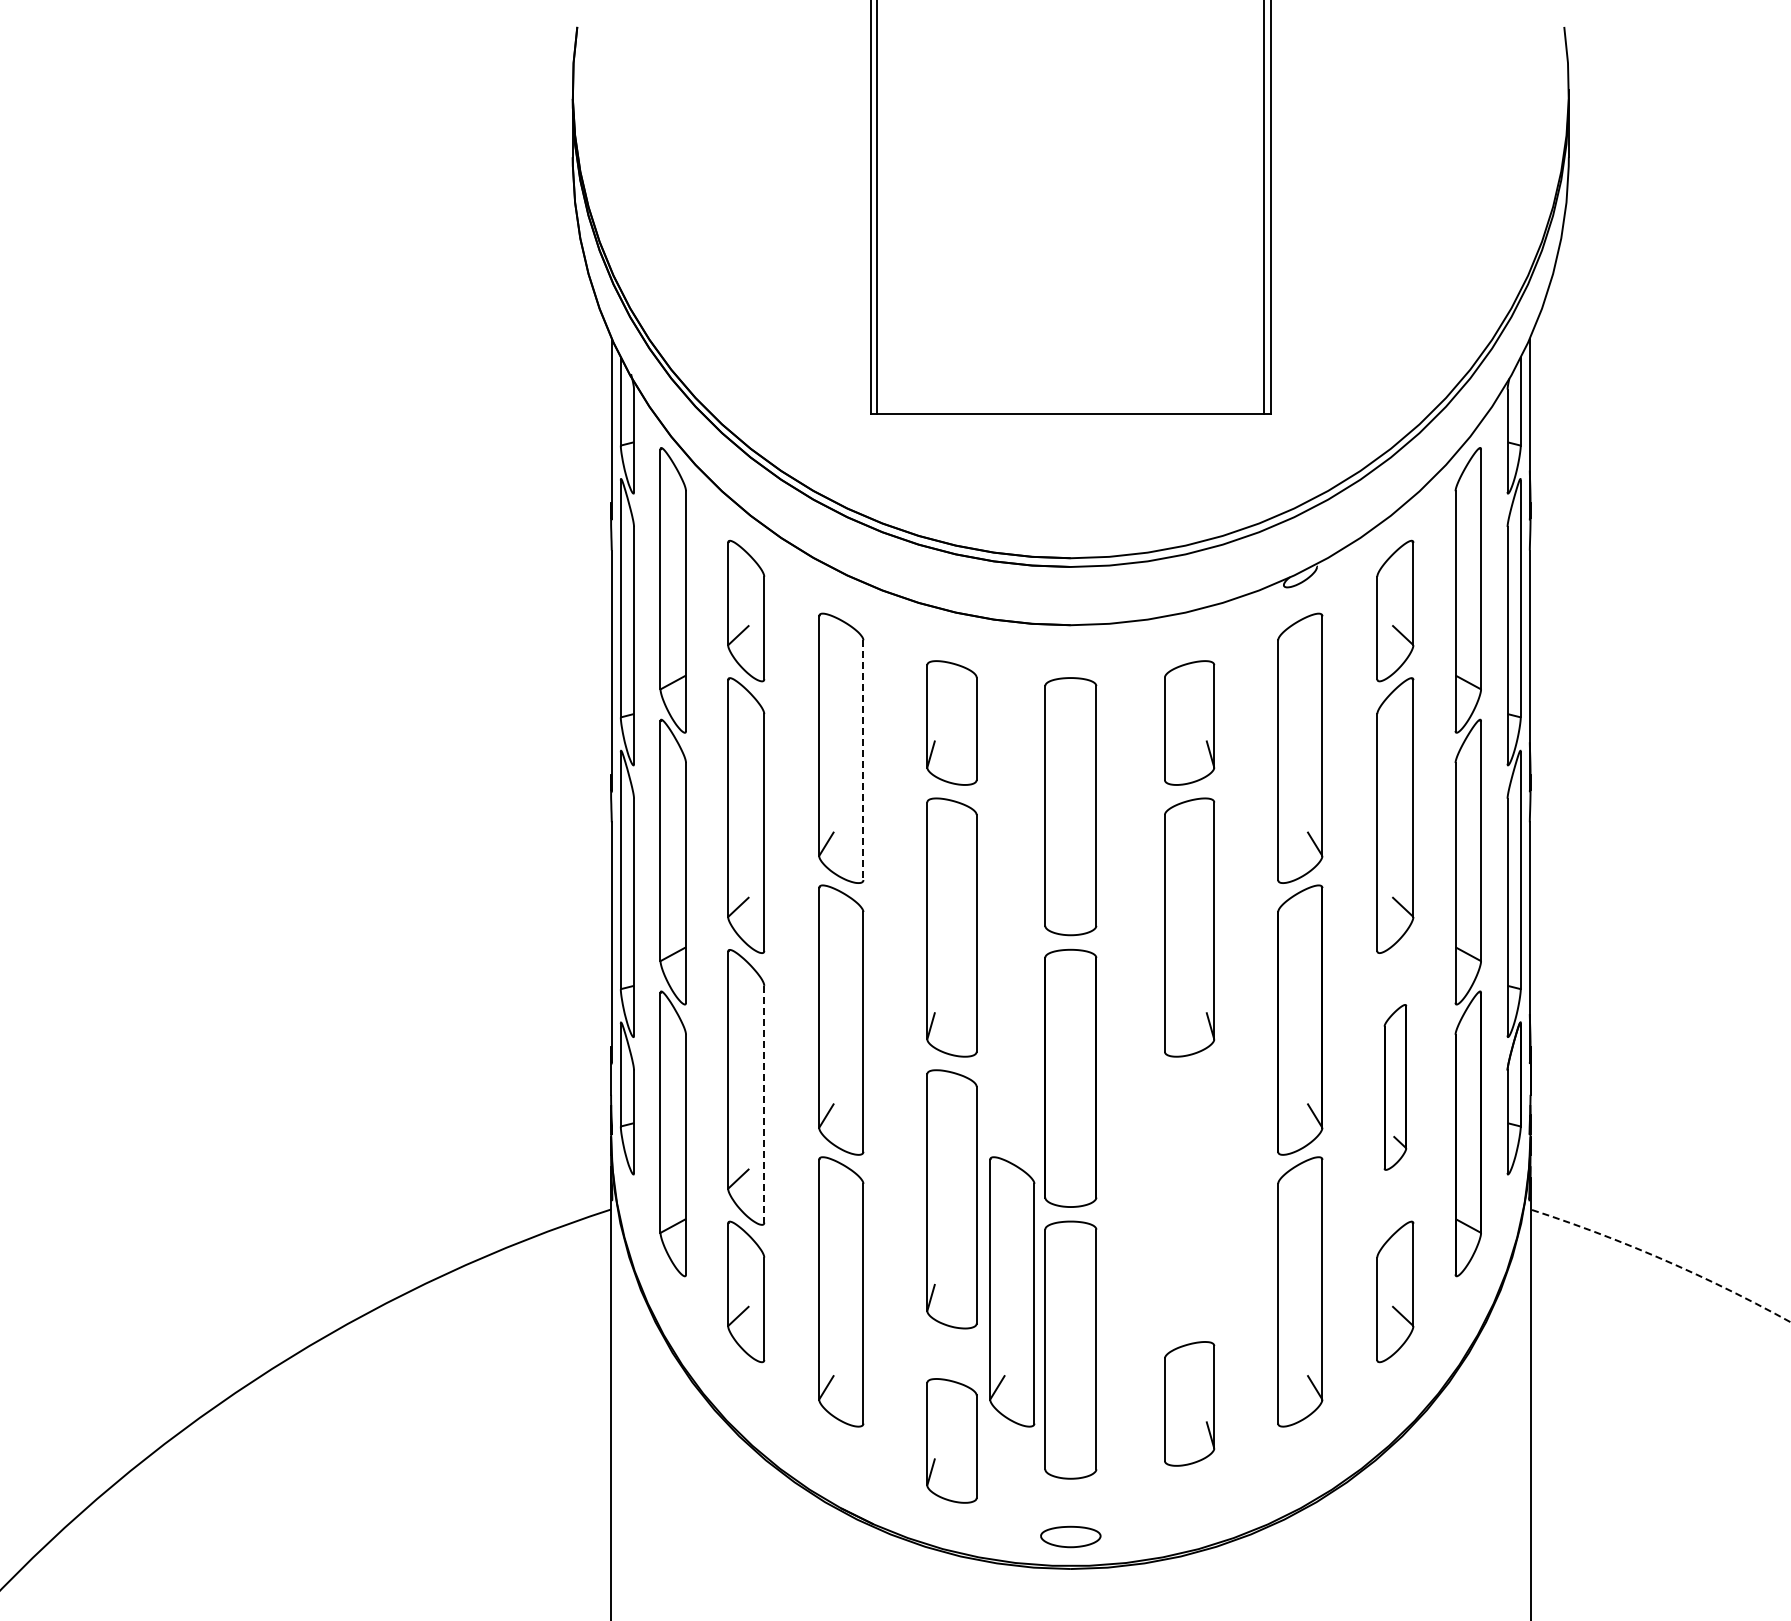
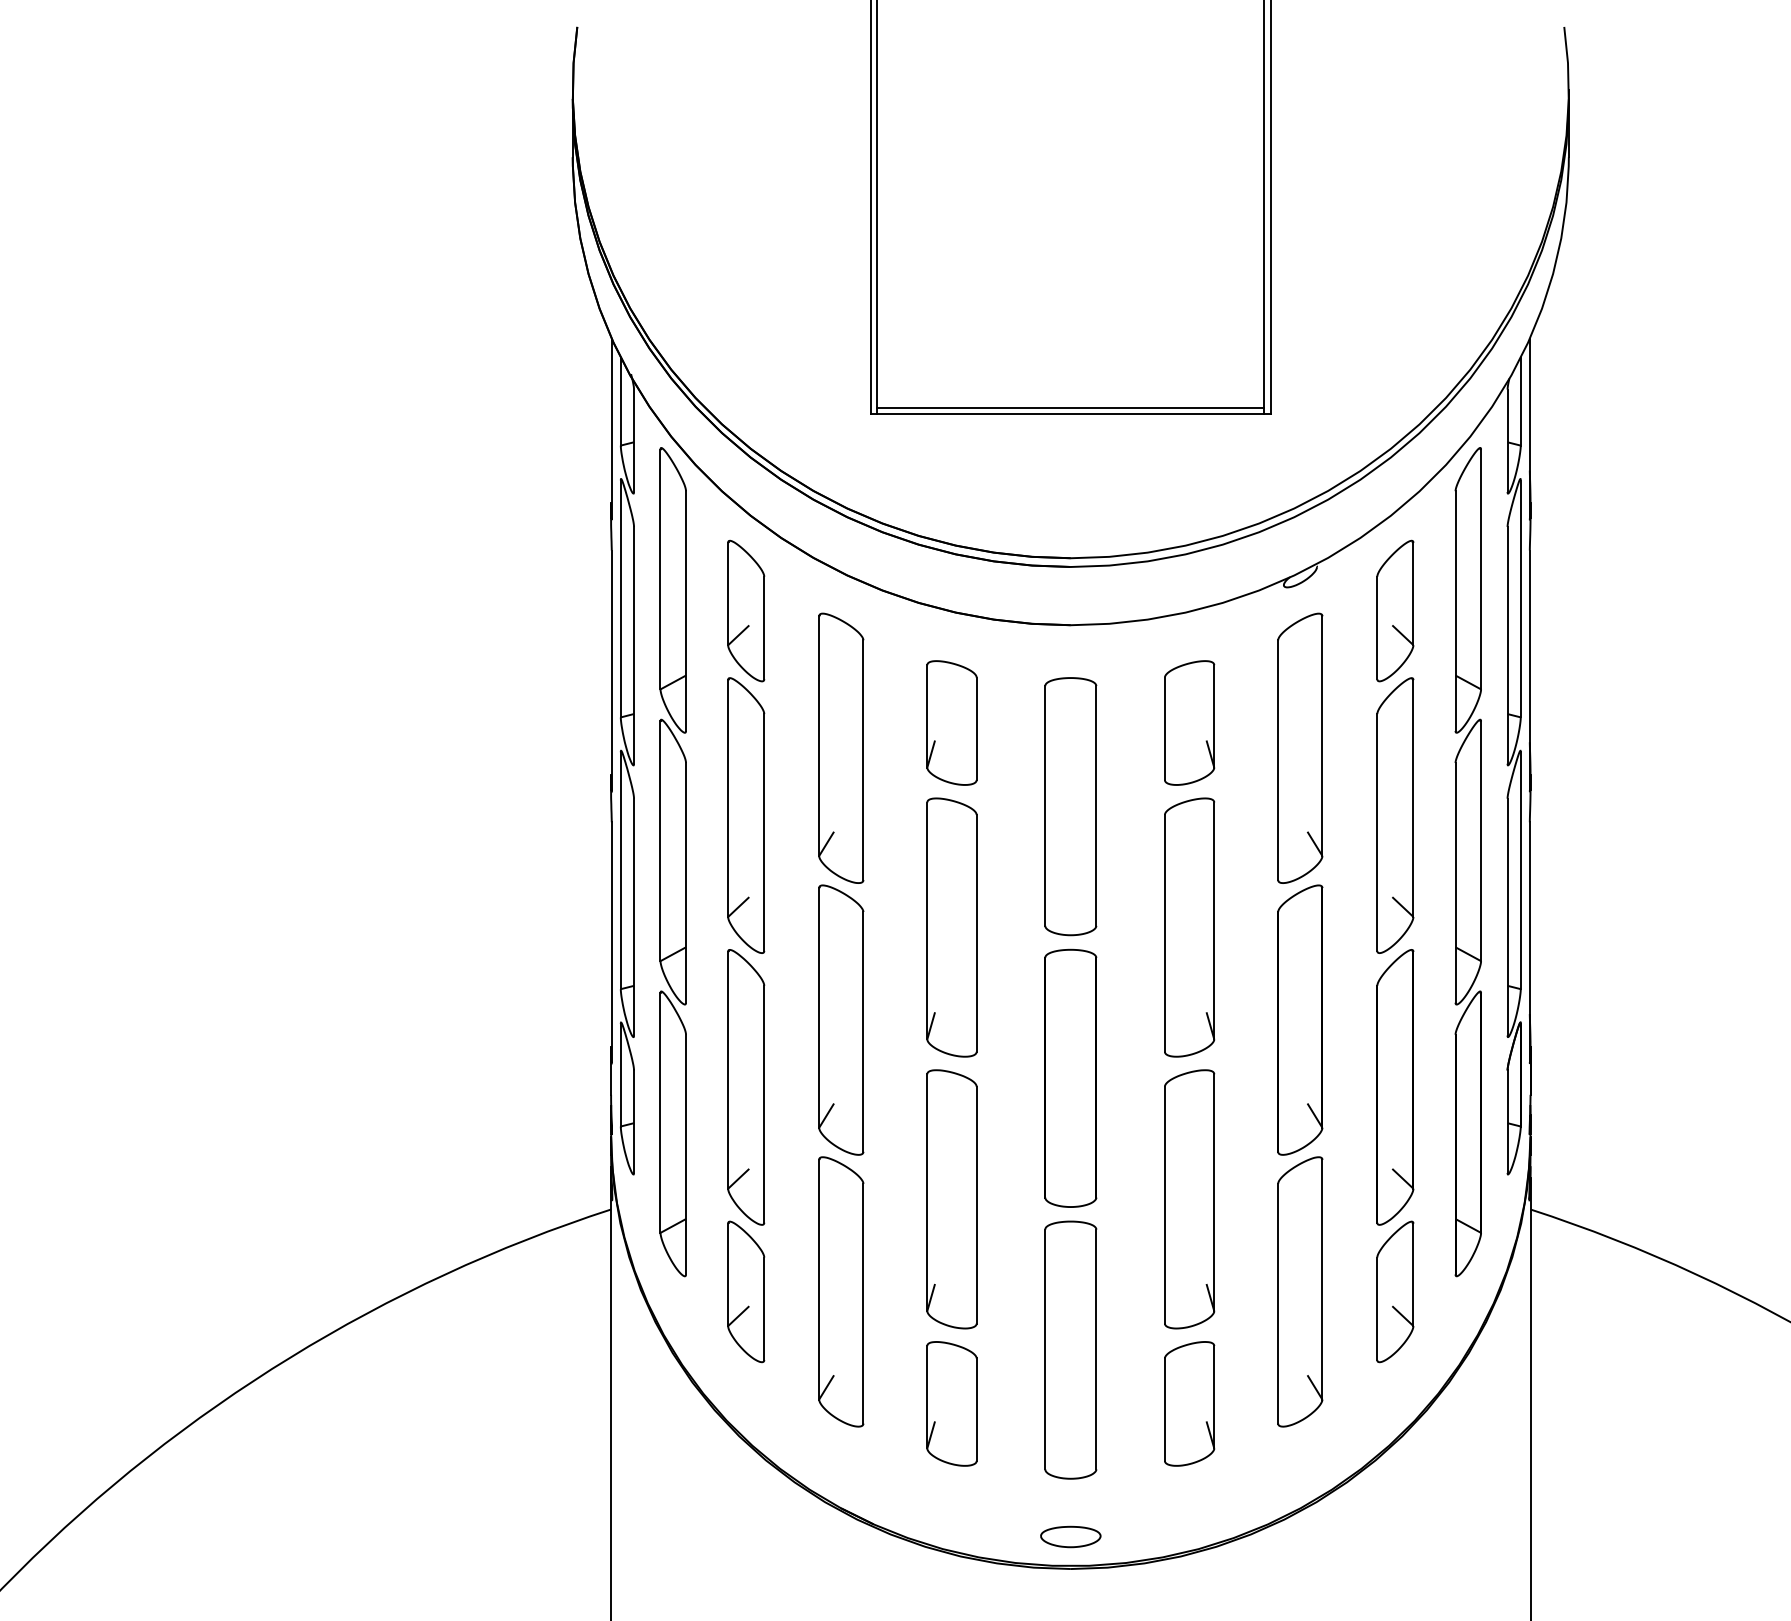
line at (1070, 408): none -> present
line at (863, 760): dashed -> solid
part at (1395, 1087) size: 25x167 px -> 39x277 px
line at (764, 1104): dashed -> solid
part at (1189, 1199): none -> present
arc at (1663, 1259): dashed -> solid
part at (1012, 1291): present -> none
part at (951, 1440) position: (951, 1440) -> (951, 1403)
